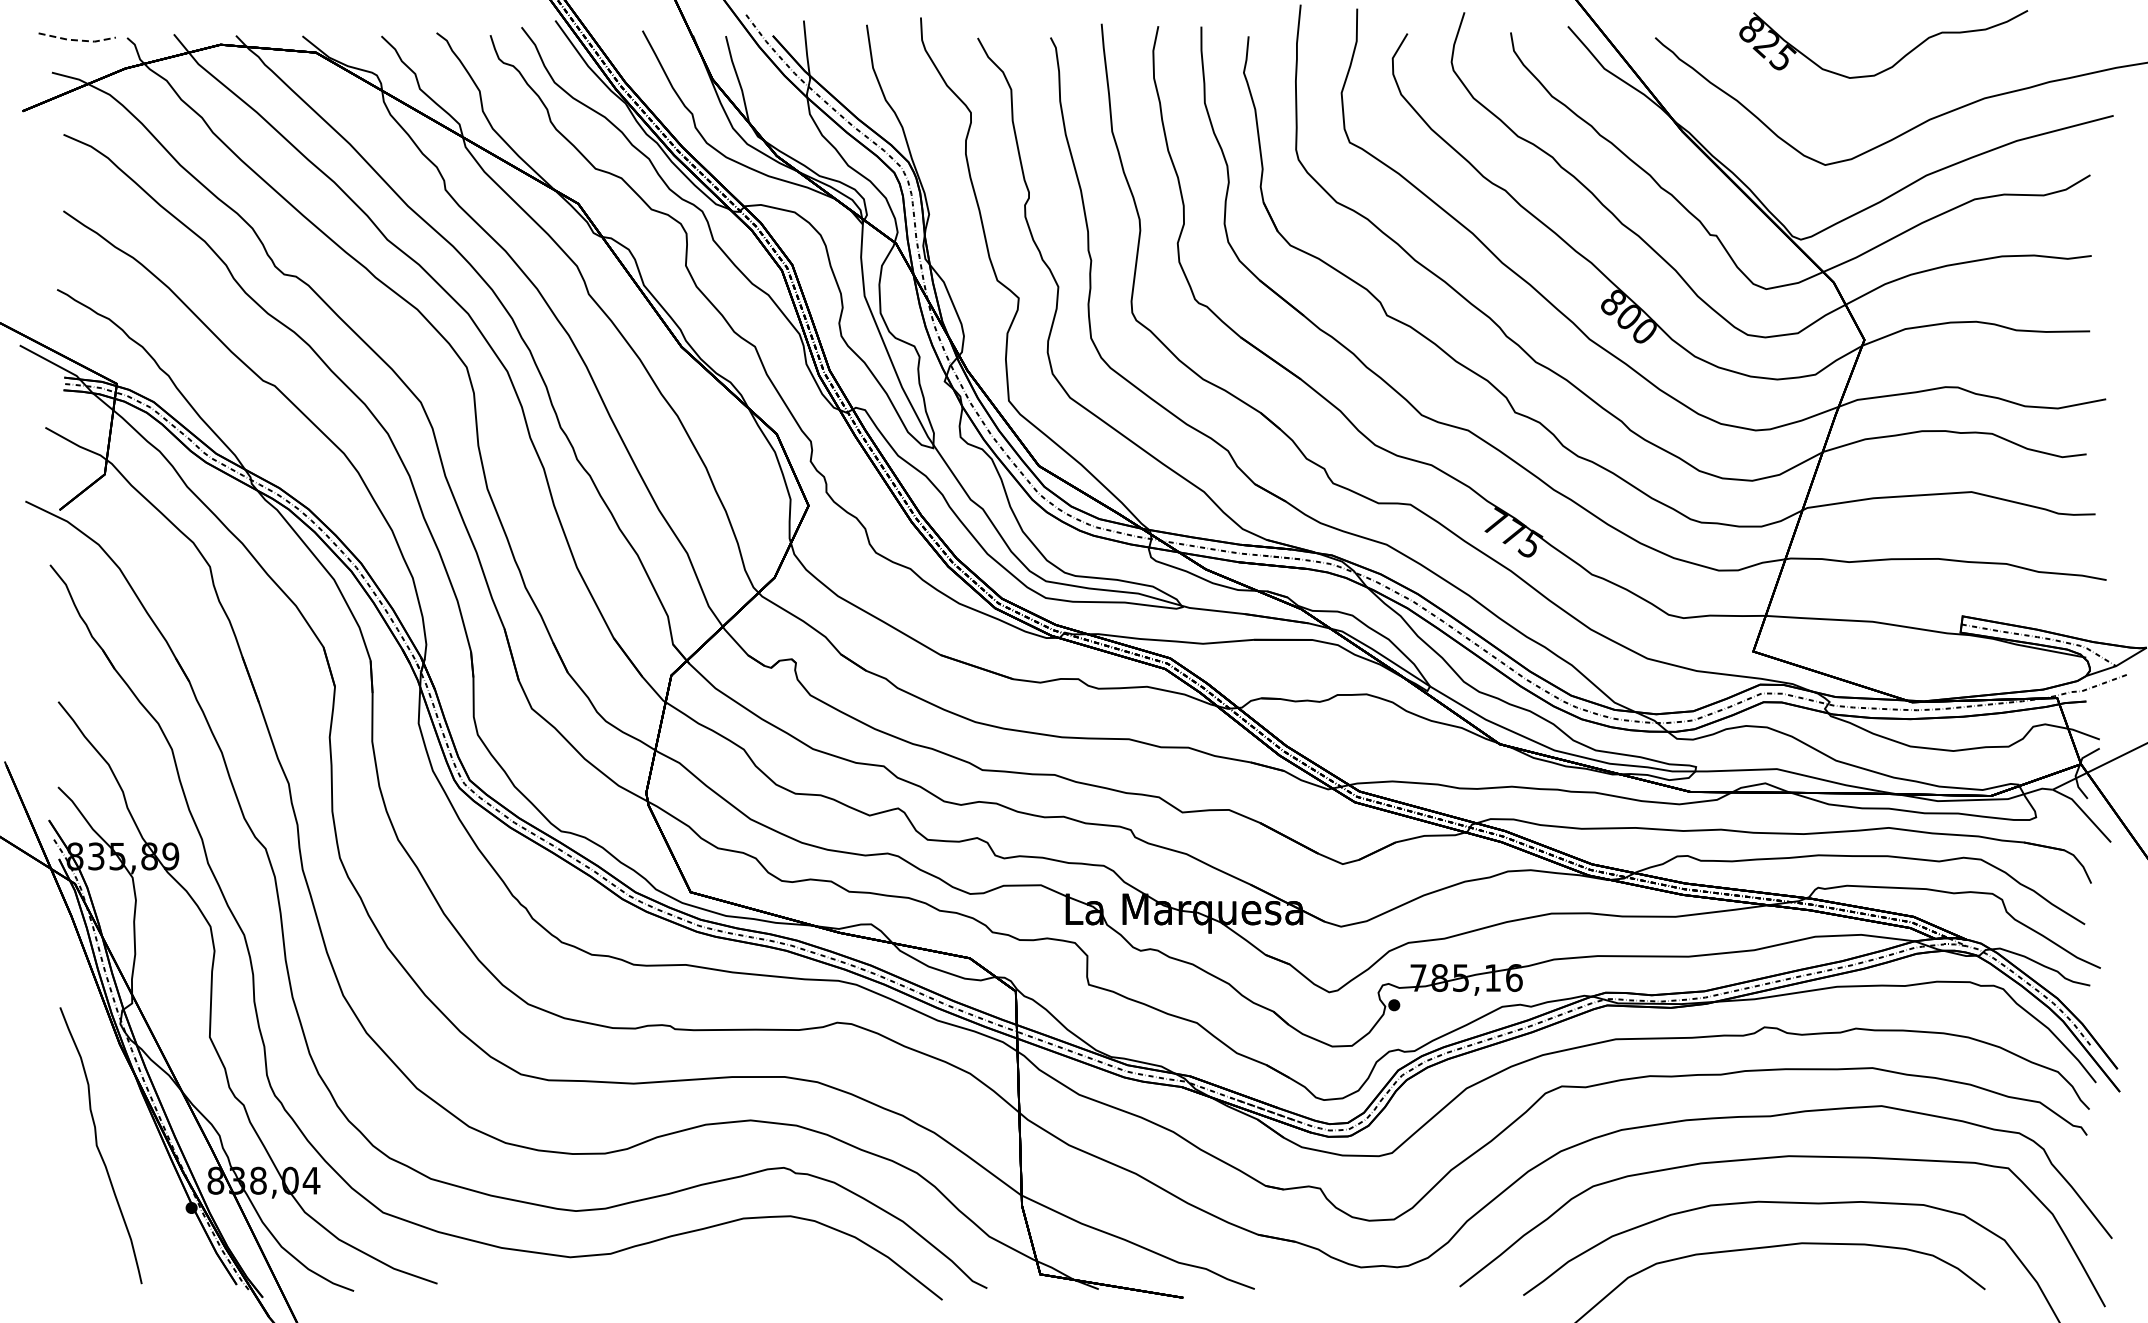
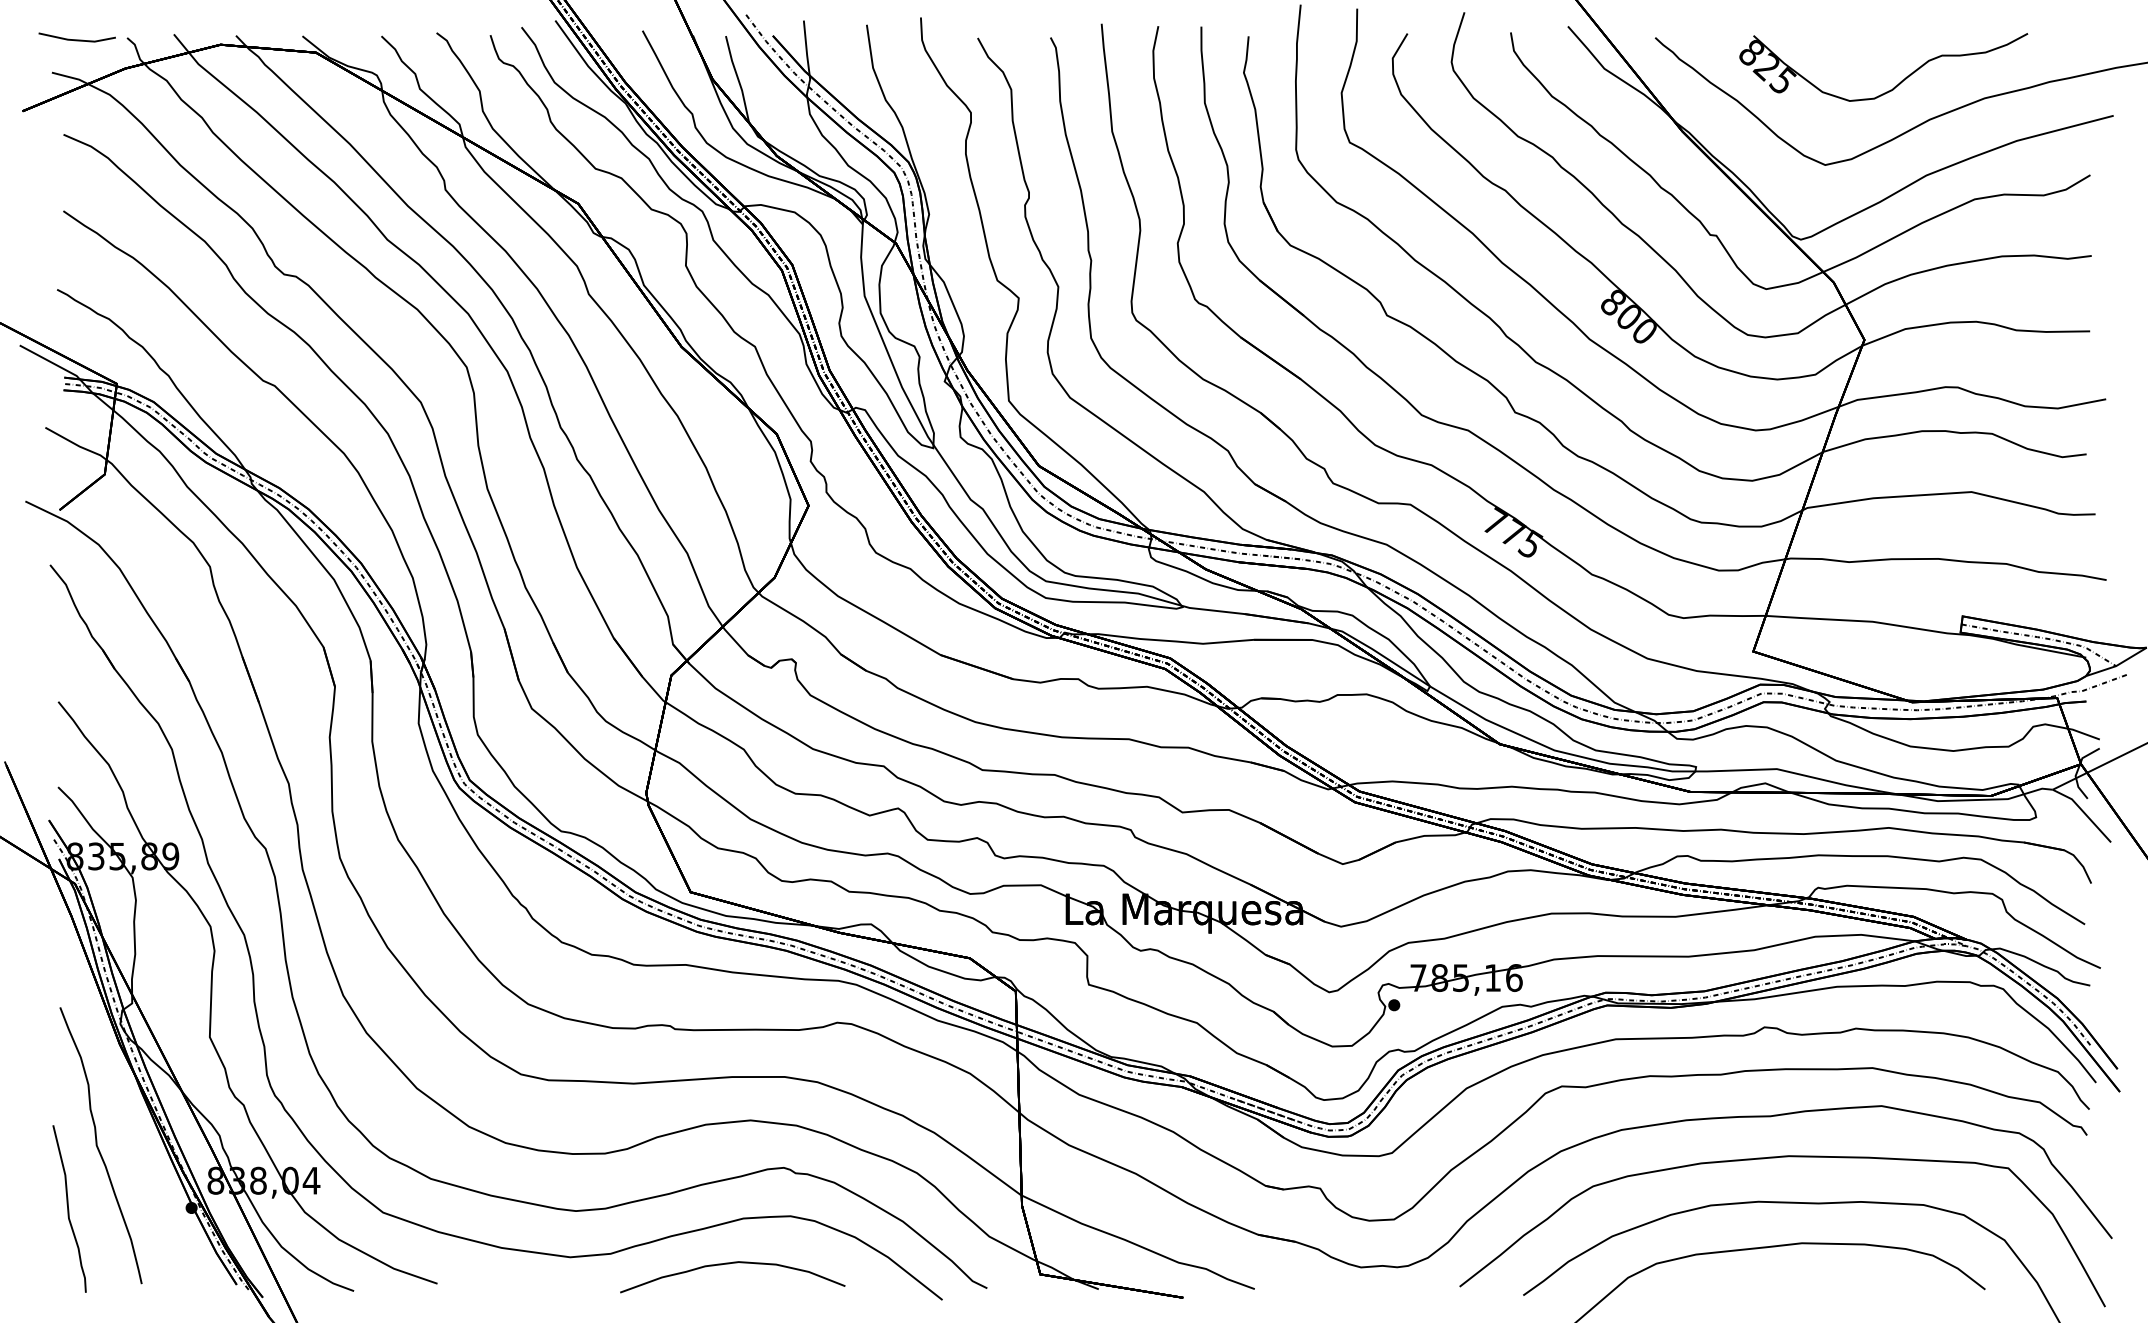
line at (77, 40): dashed -> solid
part at (1899, 59) position: (1899, 59) -> (1899, 82)
curve at (68, 1208): none -> present
curve at (729, 1264): none -> present
